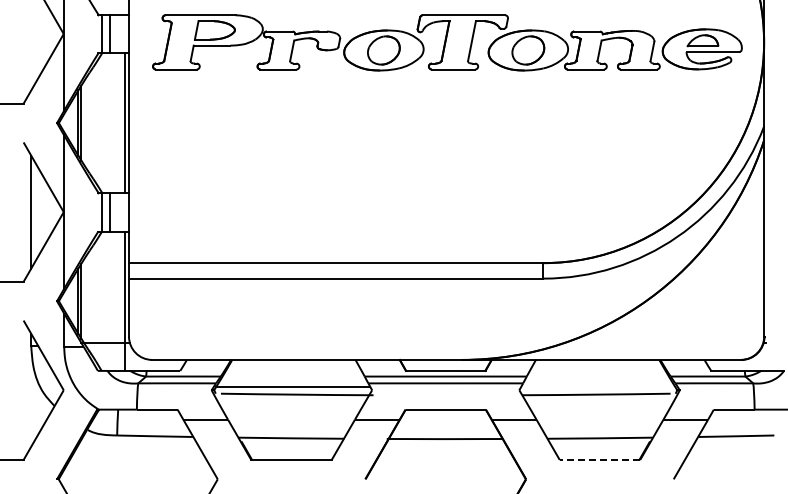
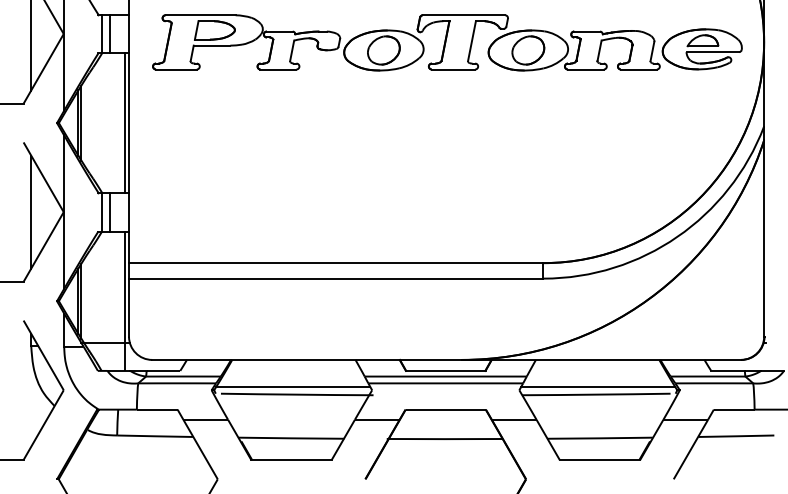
line at (31, 46): none -> present
line at (598, 386): none -> present
line at (599, 459): dashed -> solid
